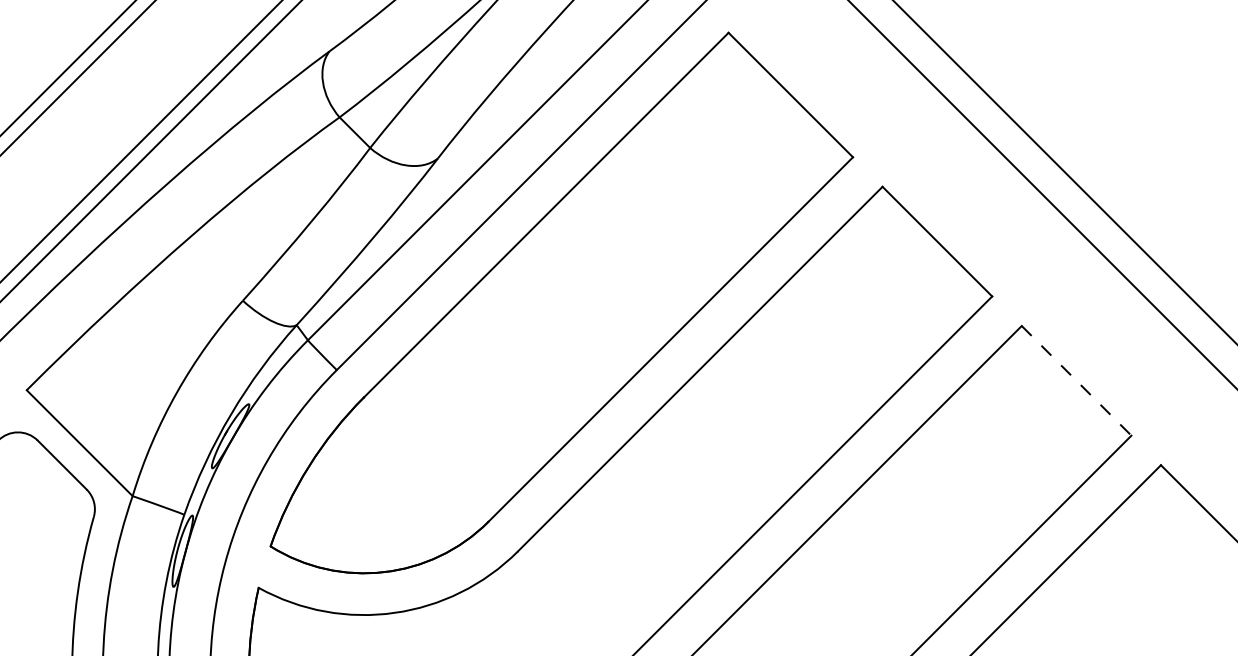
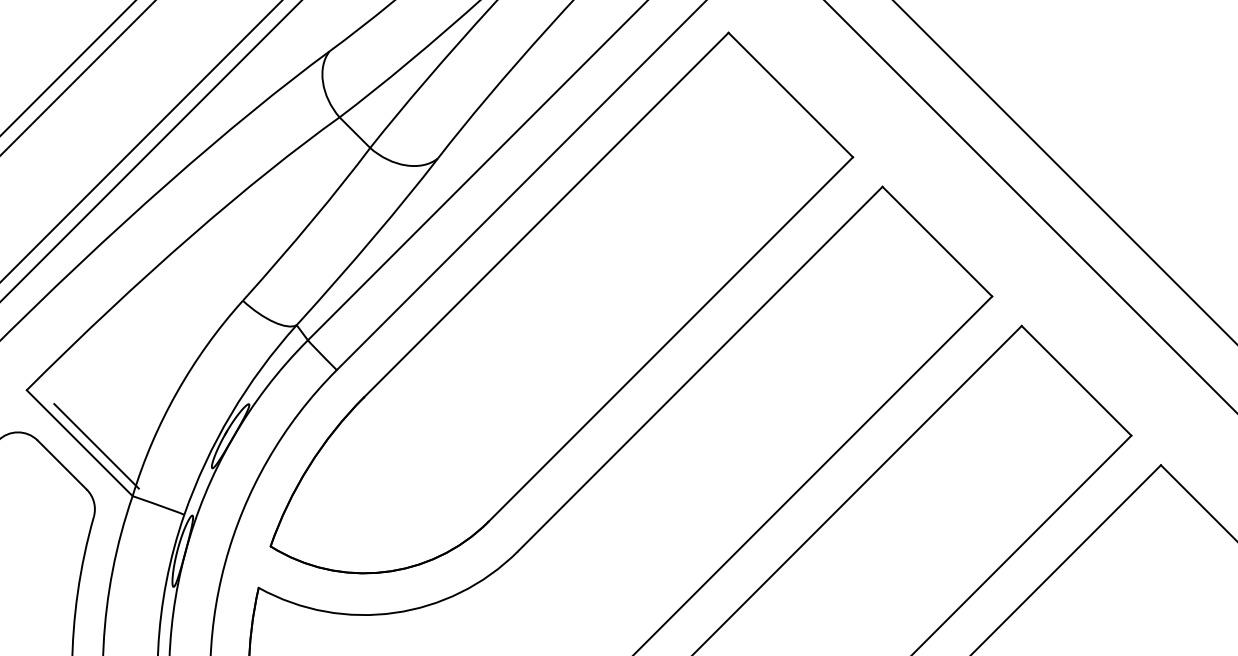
line at (1042, 194) position: (1042, 194) -> (1030, 206)
line at (1076, 380): dashed -> solid
line at (96, 446): none -> present
